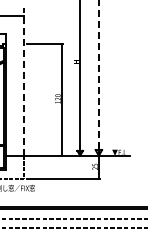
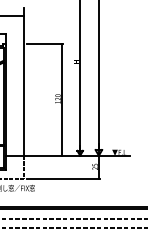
line at (98, 74): dashed -> solid
line at (24, 81): dashed -> solid
